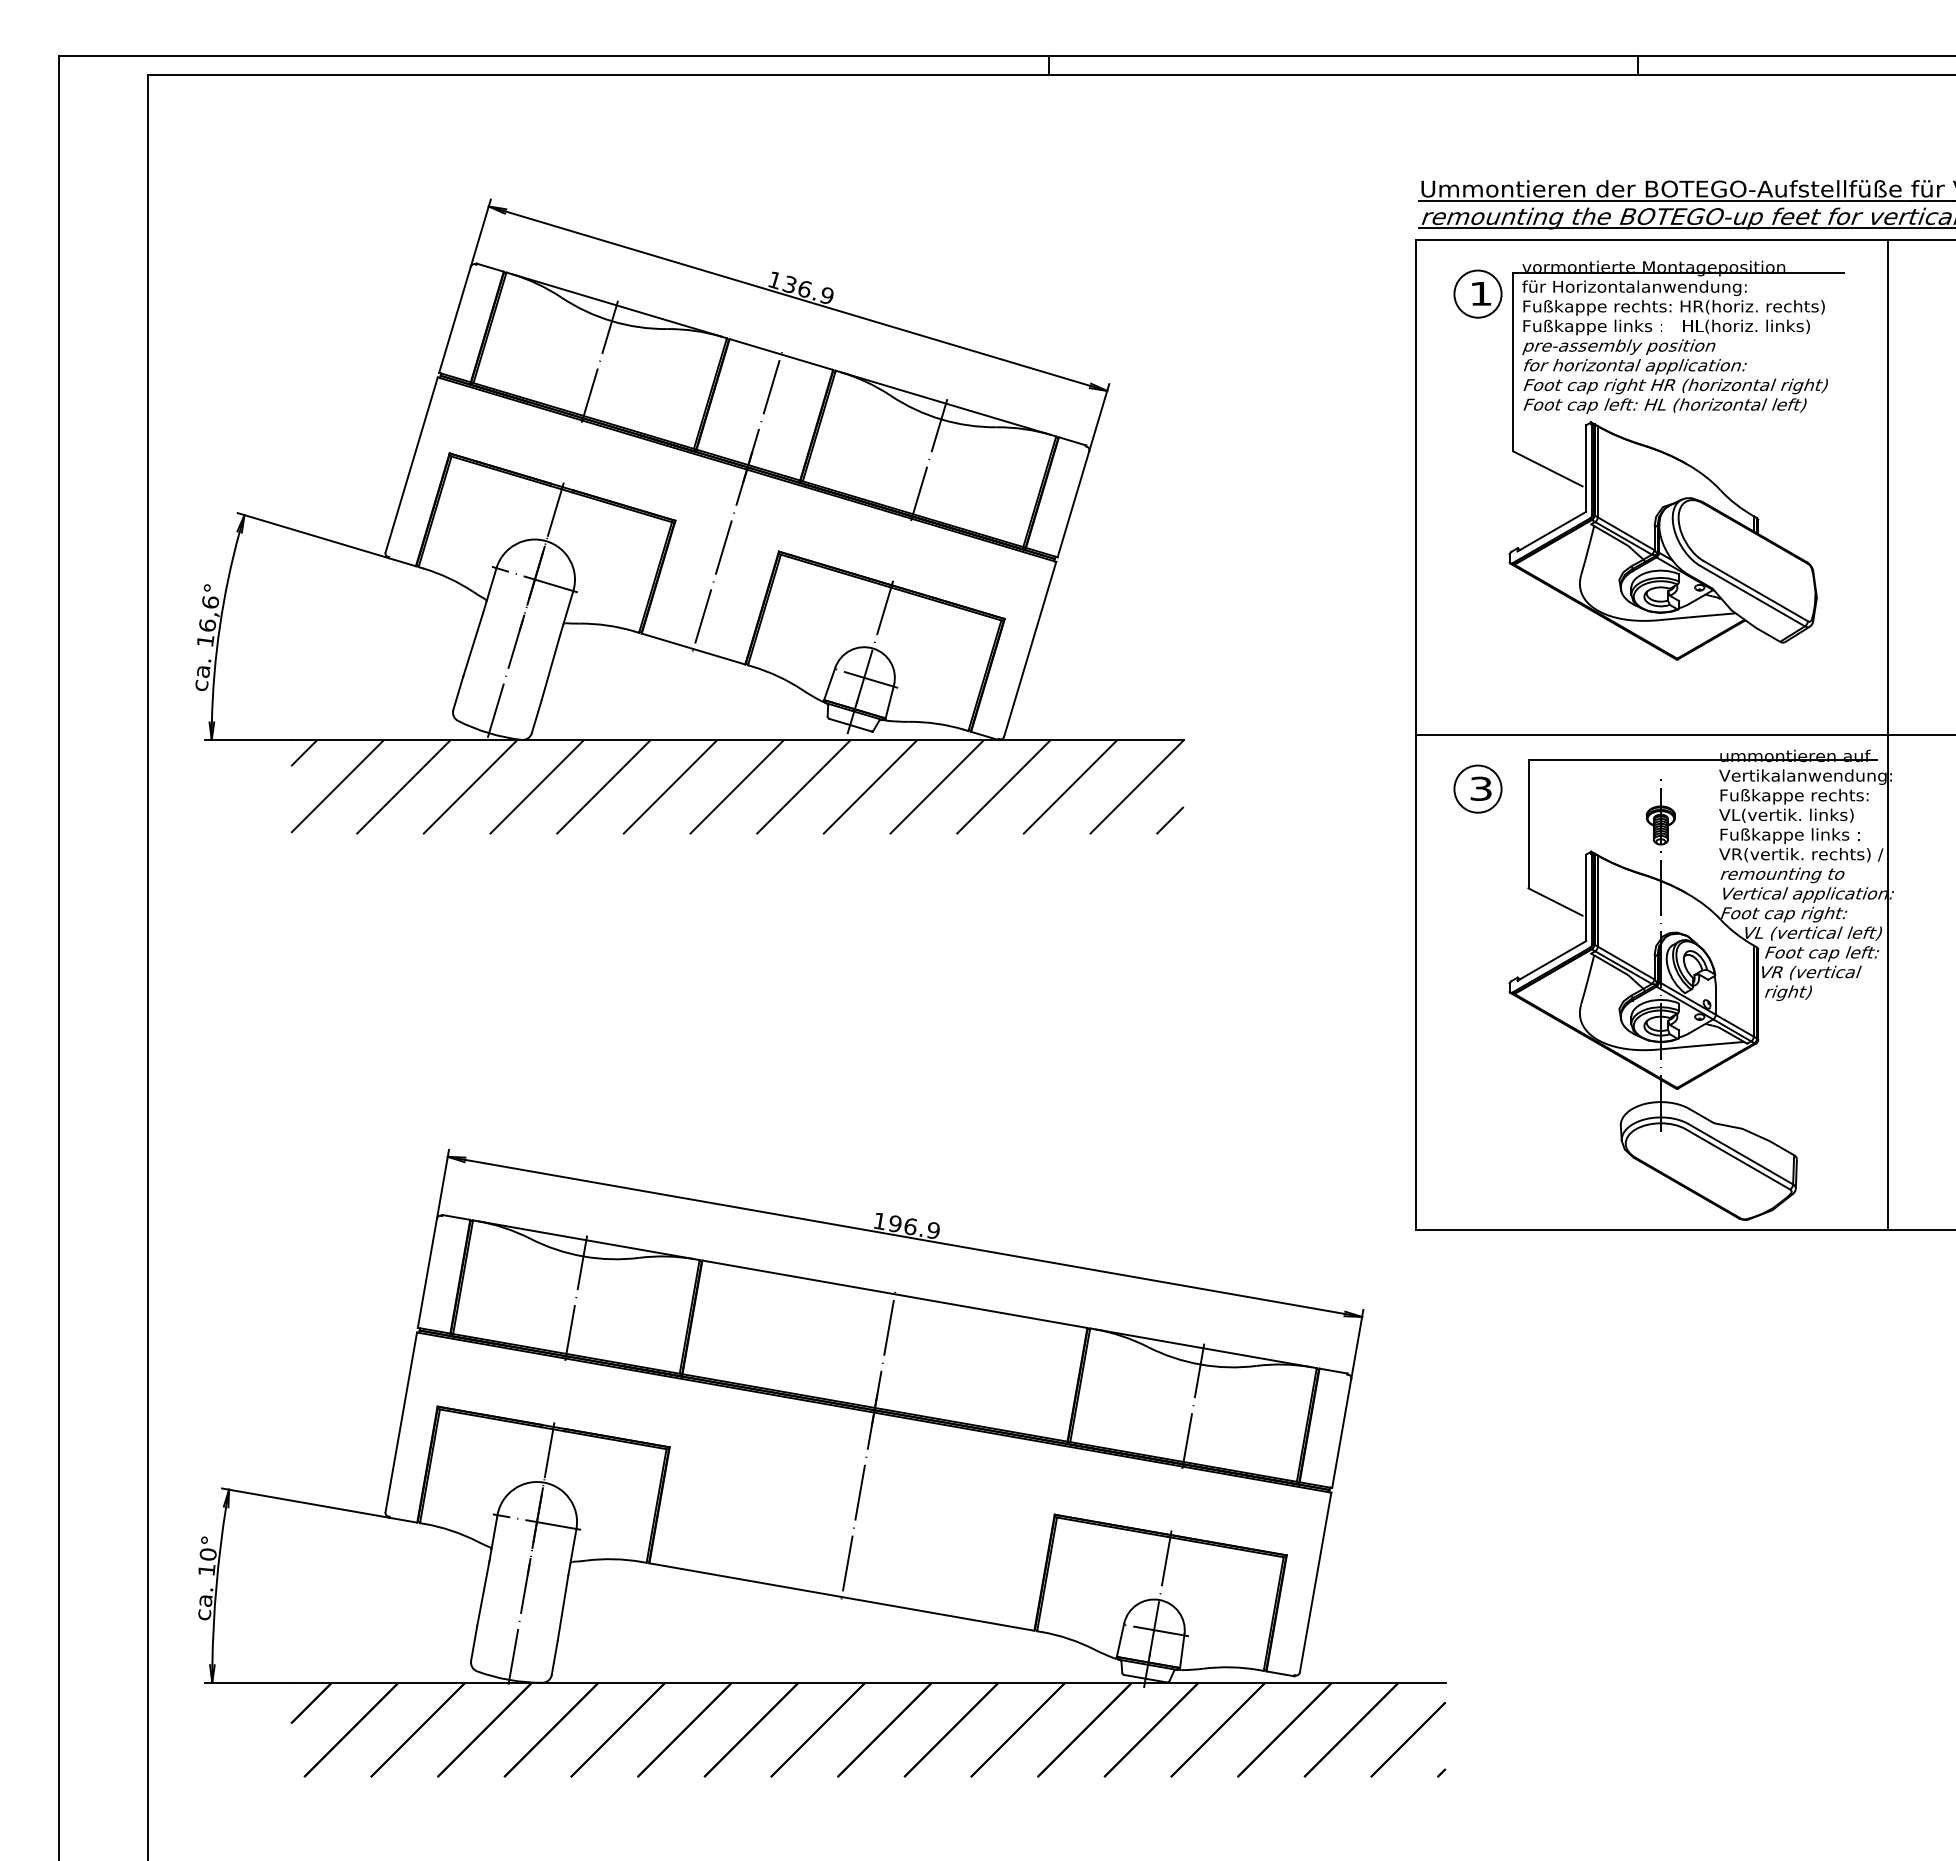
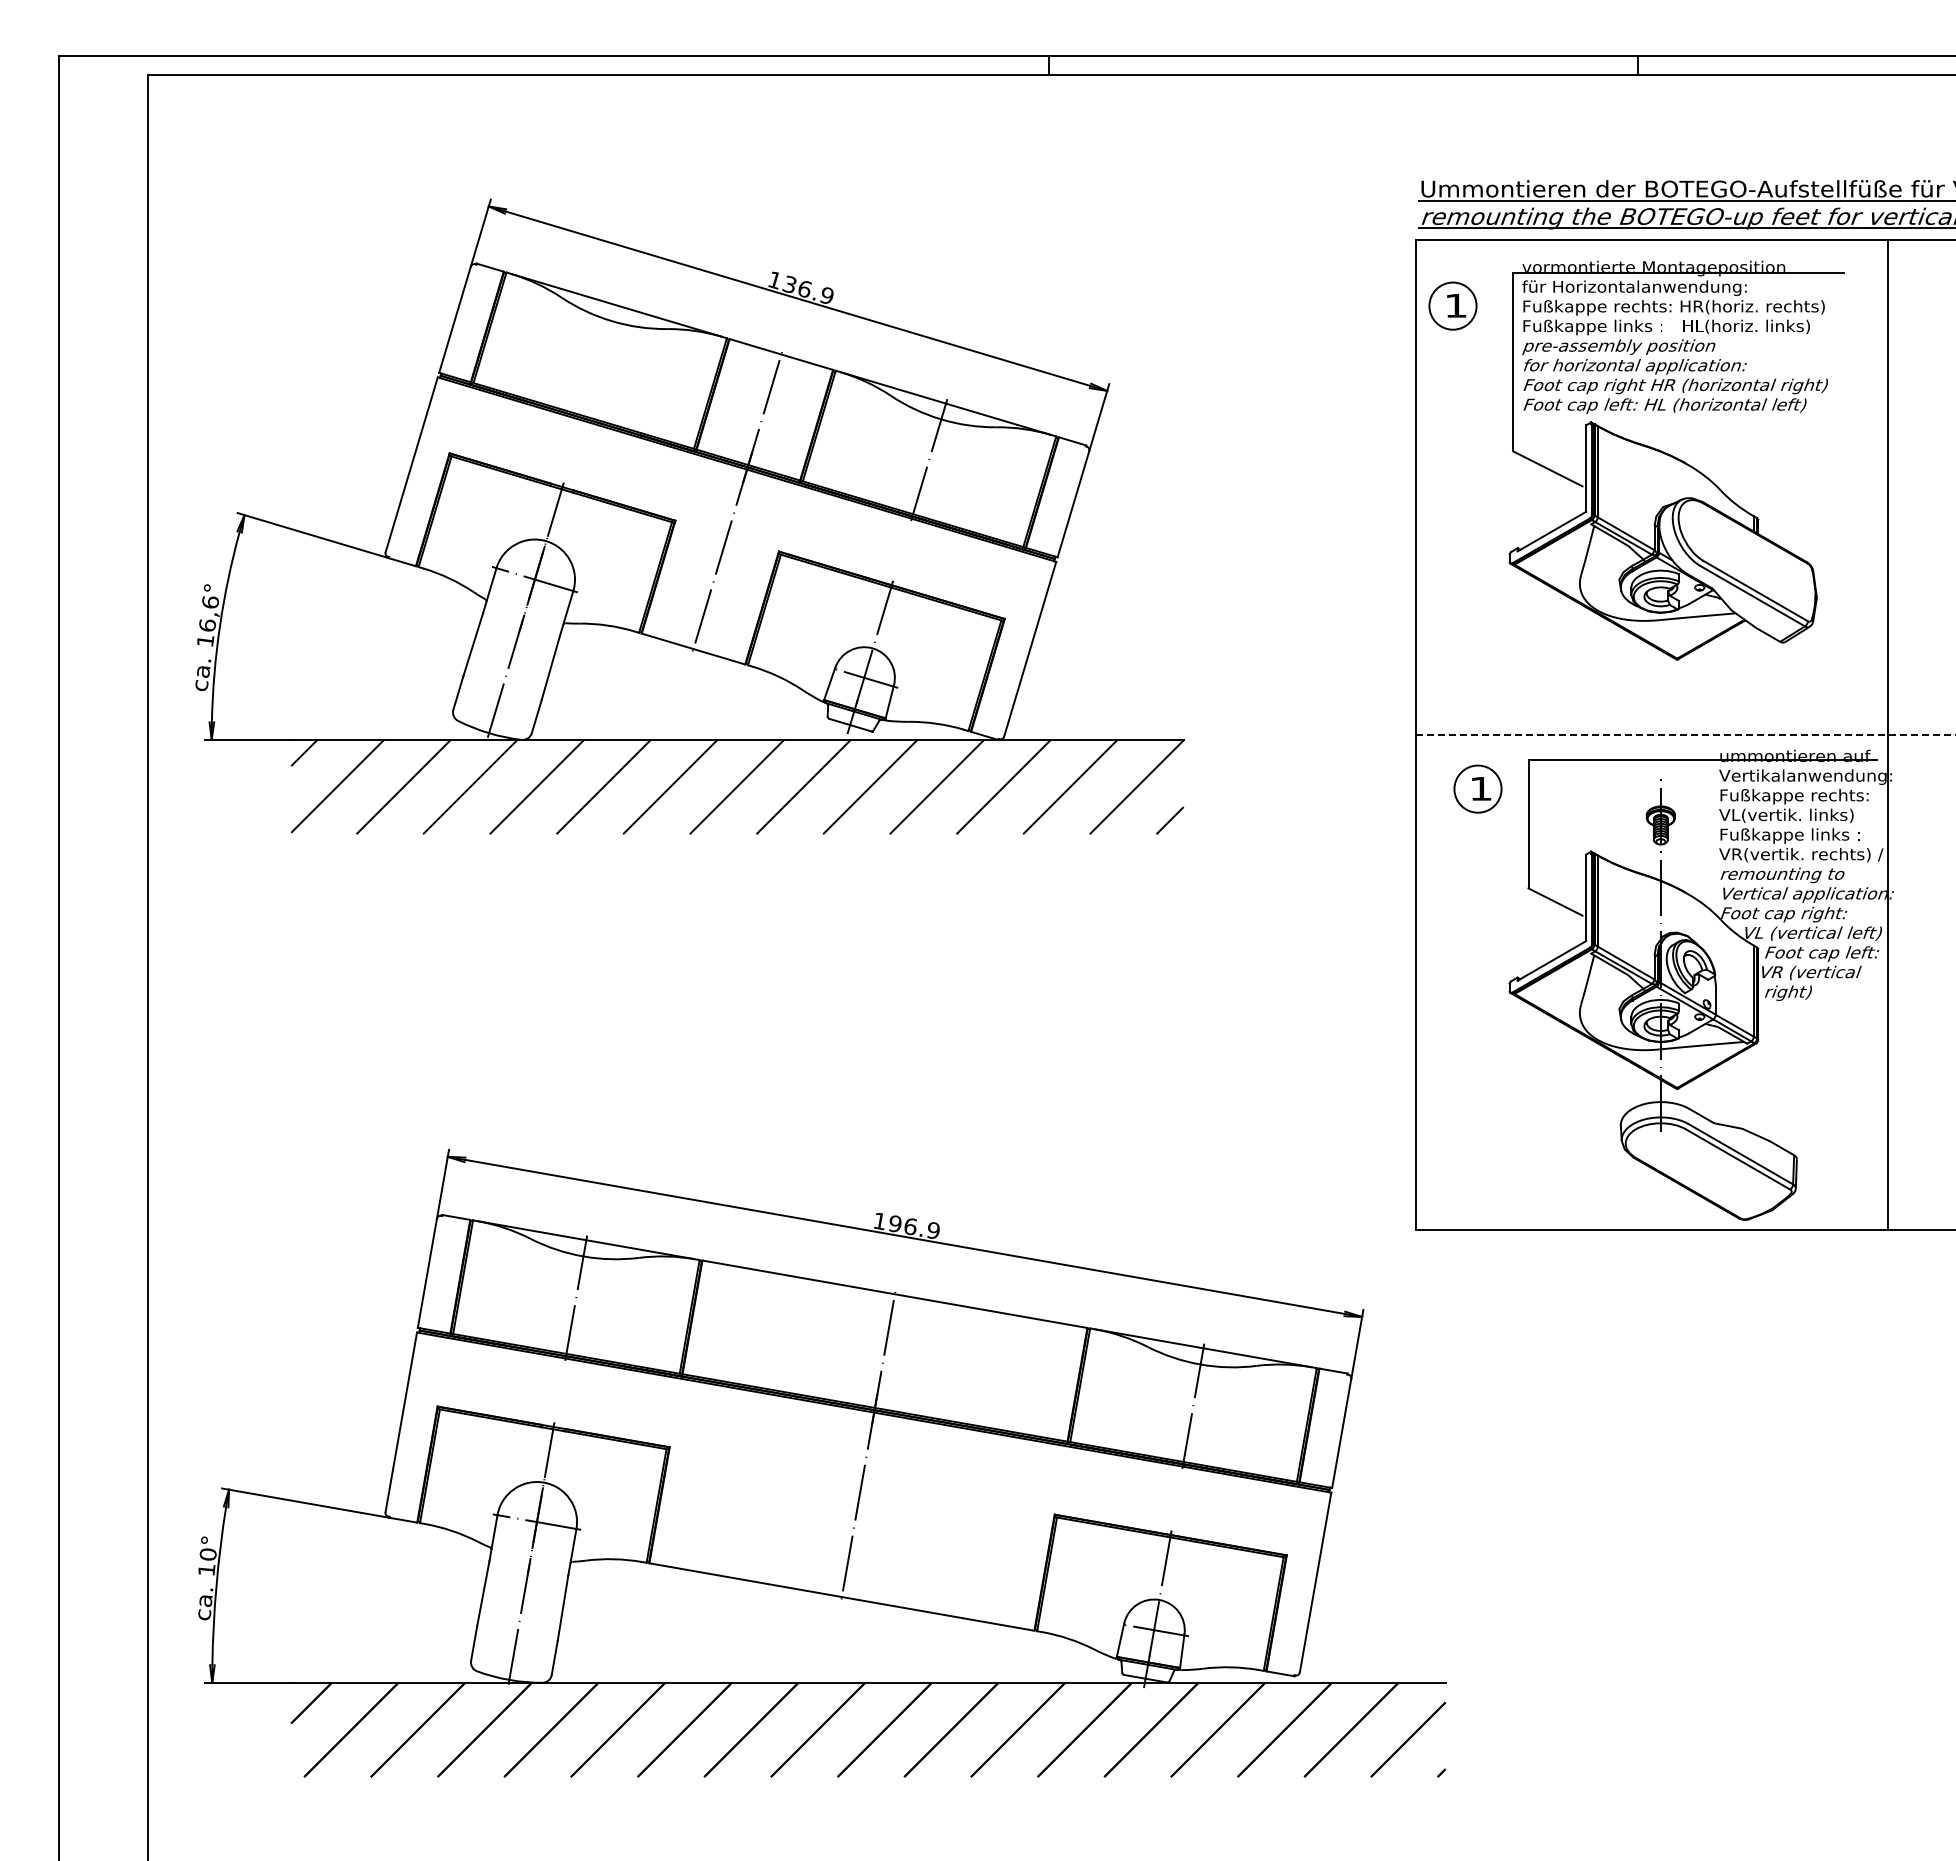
part at (1477, 293) position: (1477, 293) -> (1452, 305)
line at (599, 361): present -> none
line at (1686, 735): solid -> dashed
text at (1480, 788): 3 -> 1
